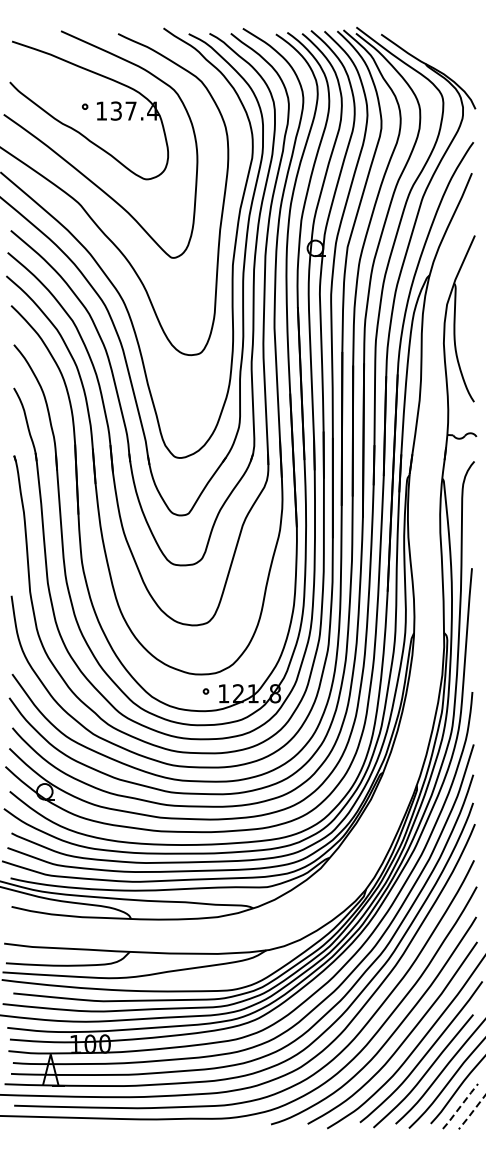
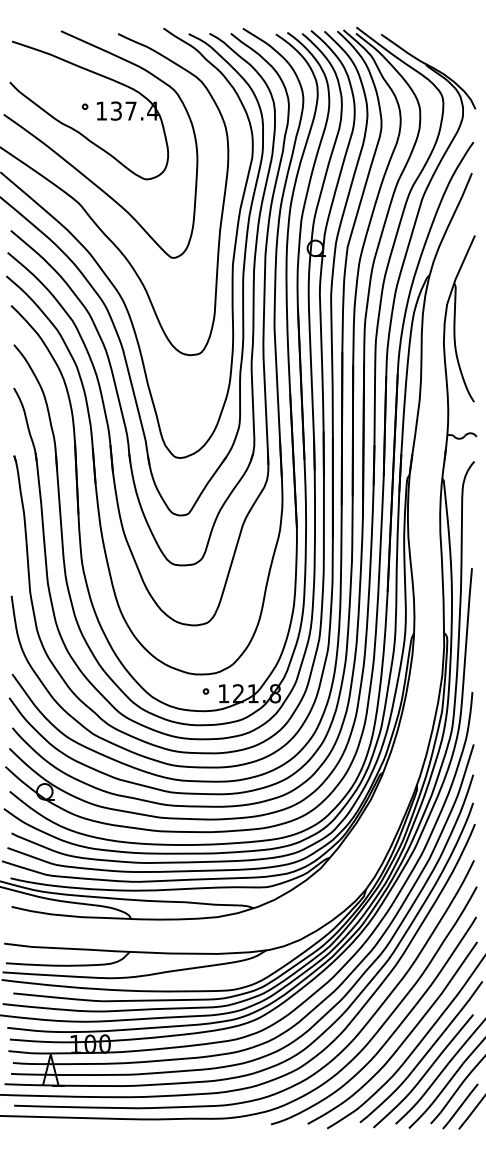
line at (460, 1106): dashed -> solid
line at (471, 1112): dashed -> solid
